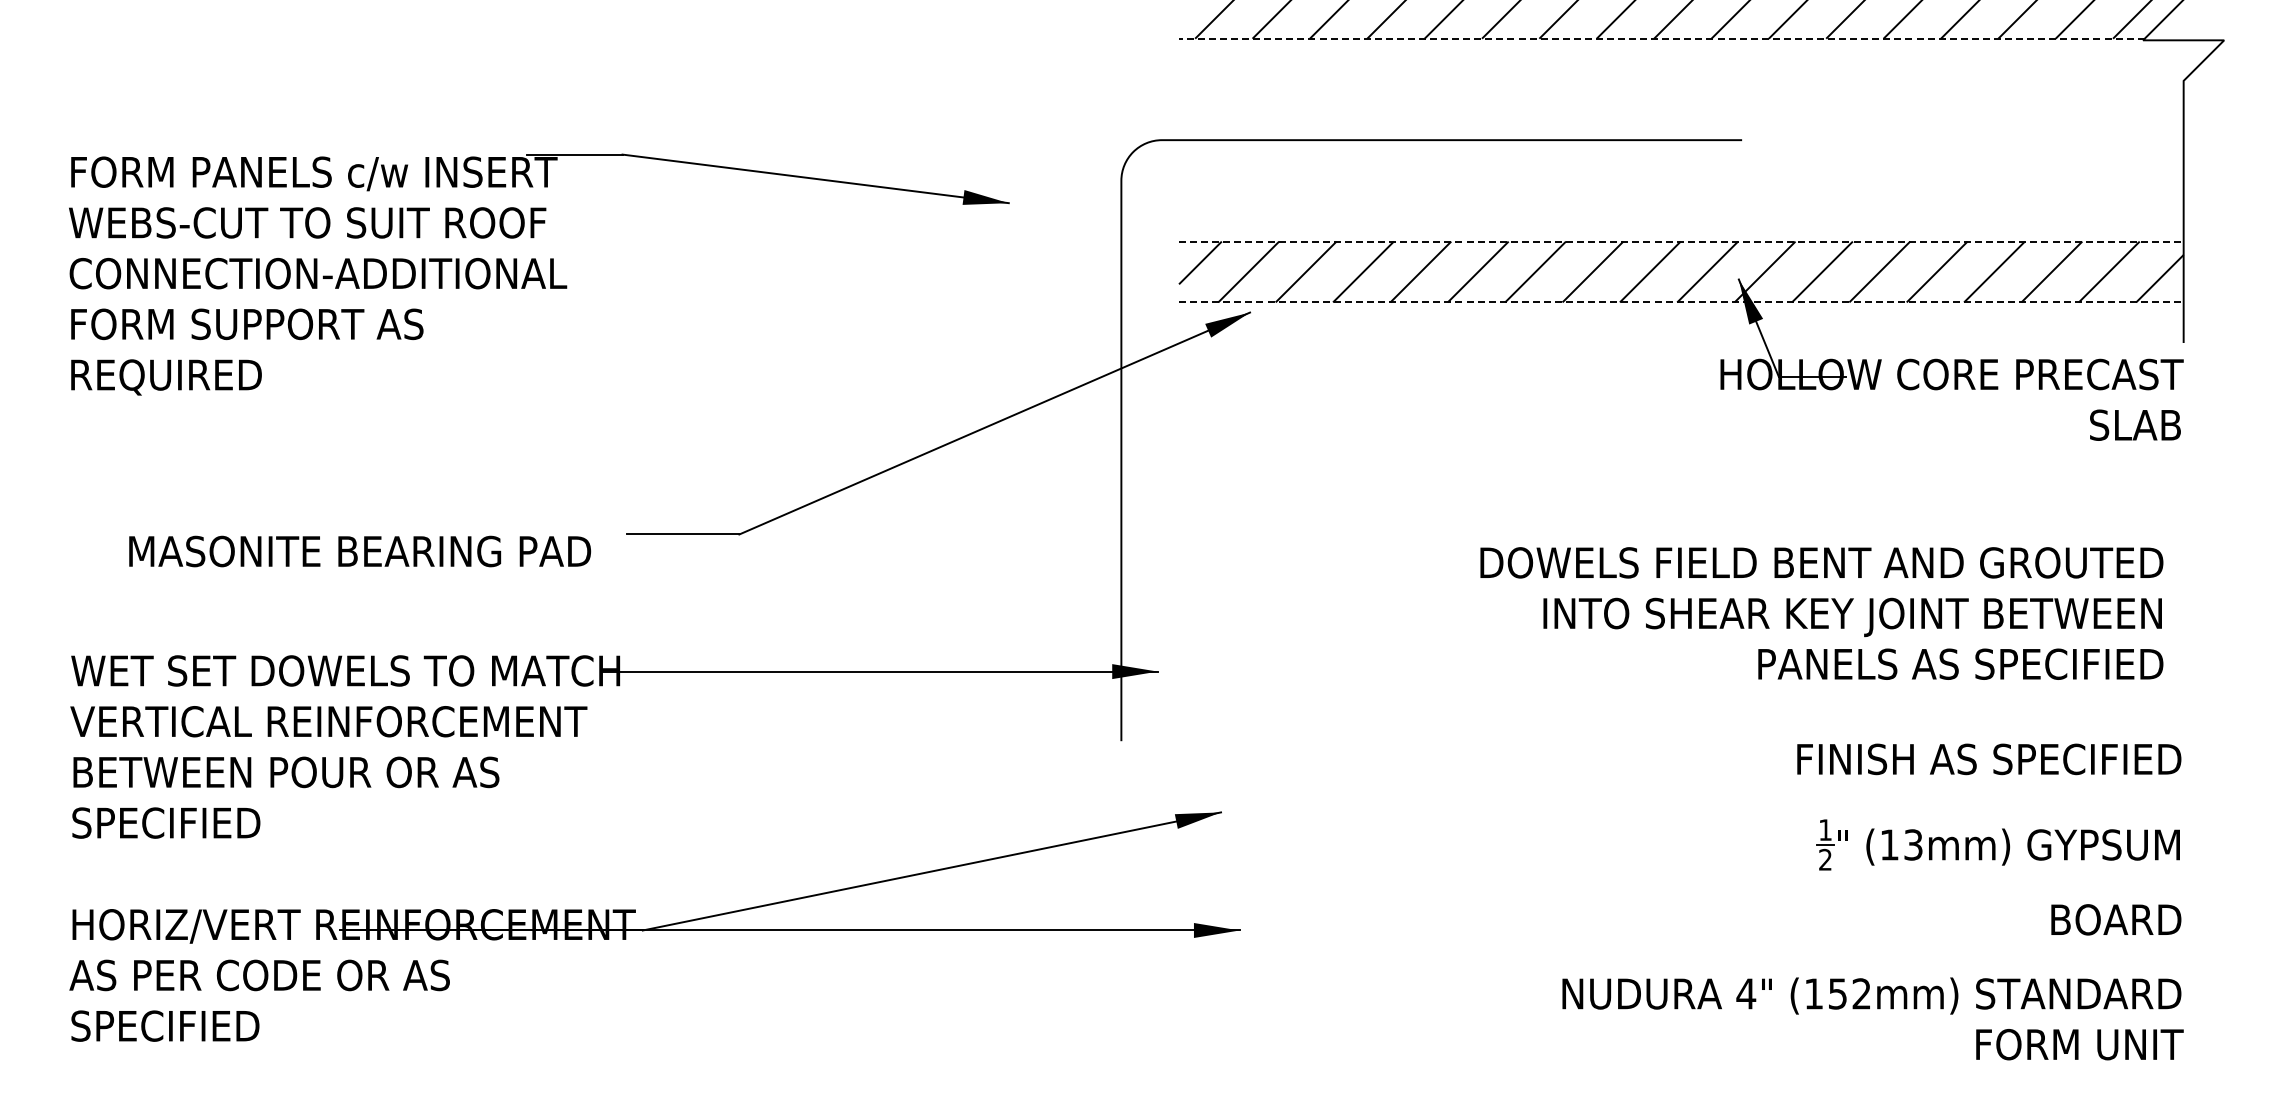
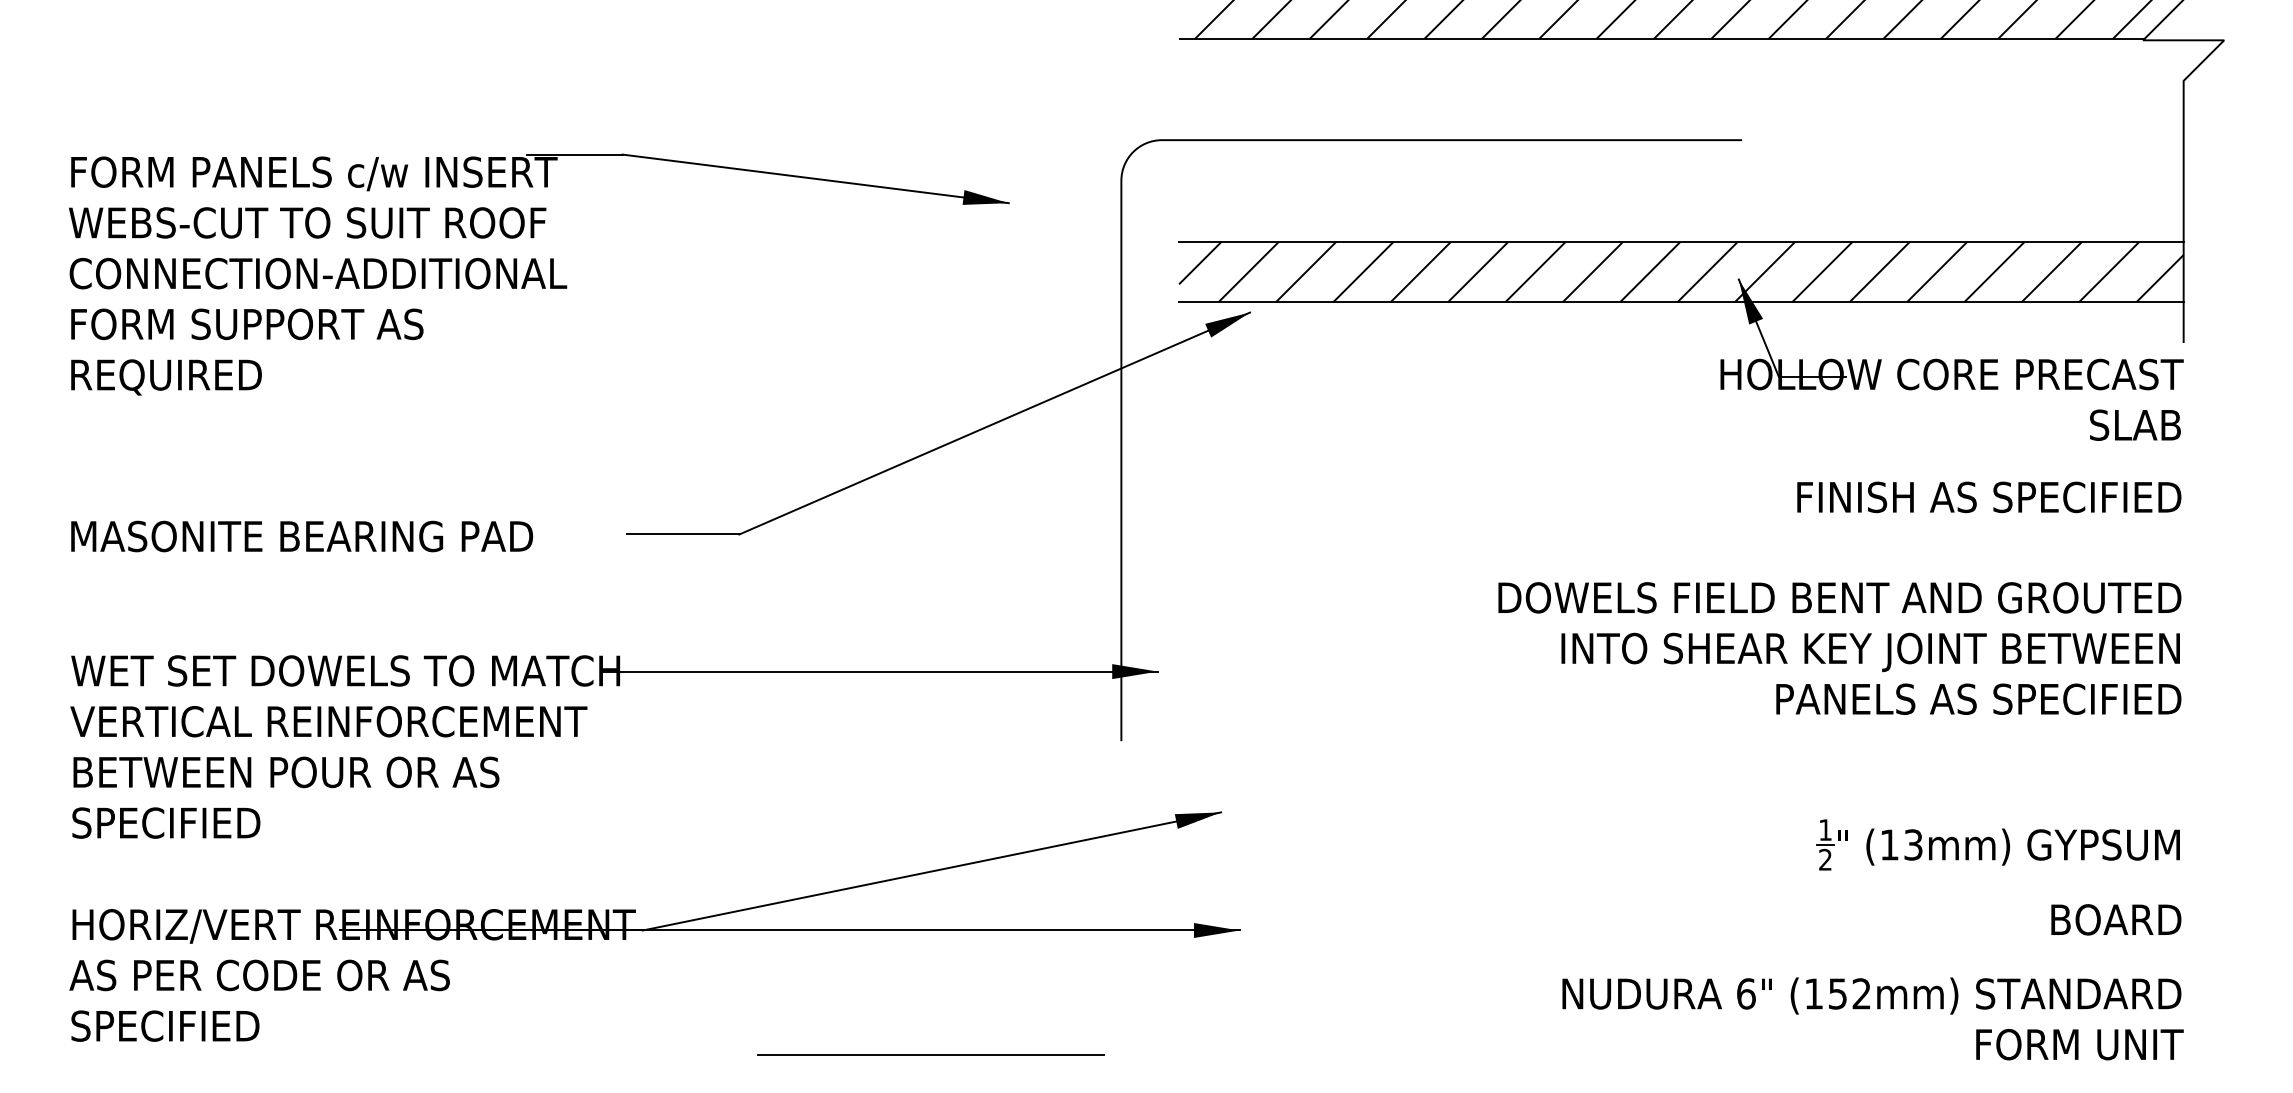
line at (1661, 38): dashed -> solid
line at (1681, 241): dashed -> solid
line at (1681, 302): dashed -> solid
text at (360, 551) position: (360, 551) -> (302, 536)
text at (1821, 613) position: (1821, 613) -> (1839, 648)
text at (1989, 759) position: (1989, 759) -> (1989, 497)
text at (1746, 993): 4" -> 6"
line at (930, 1055): none -> present
